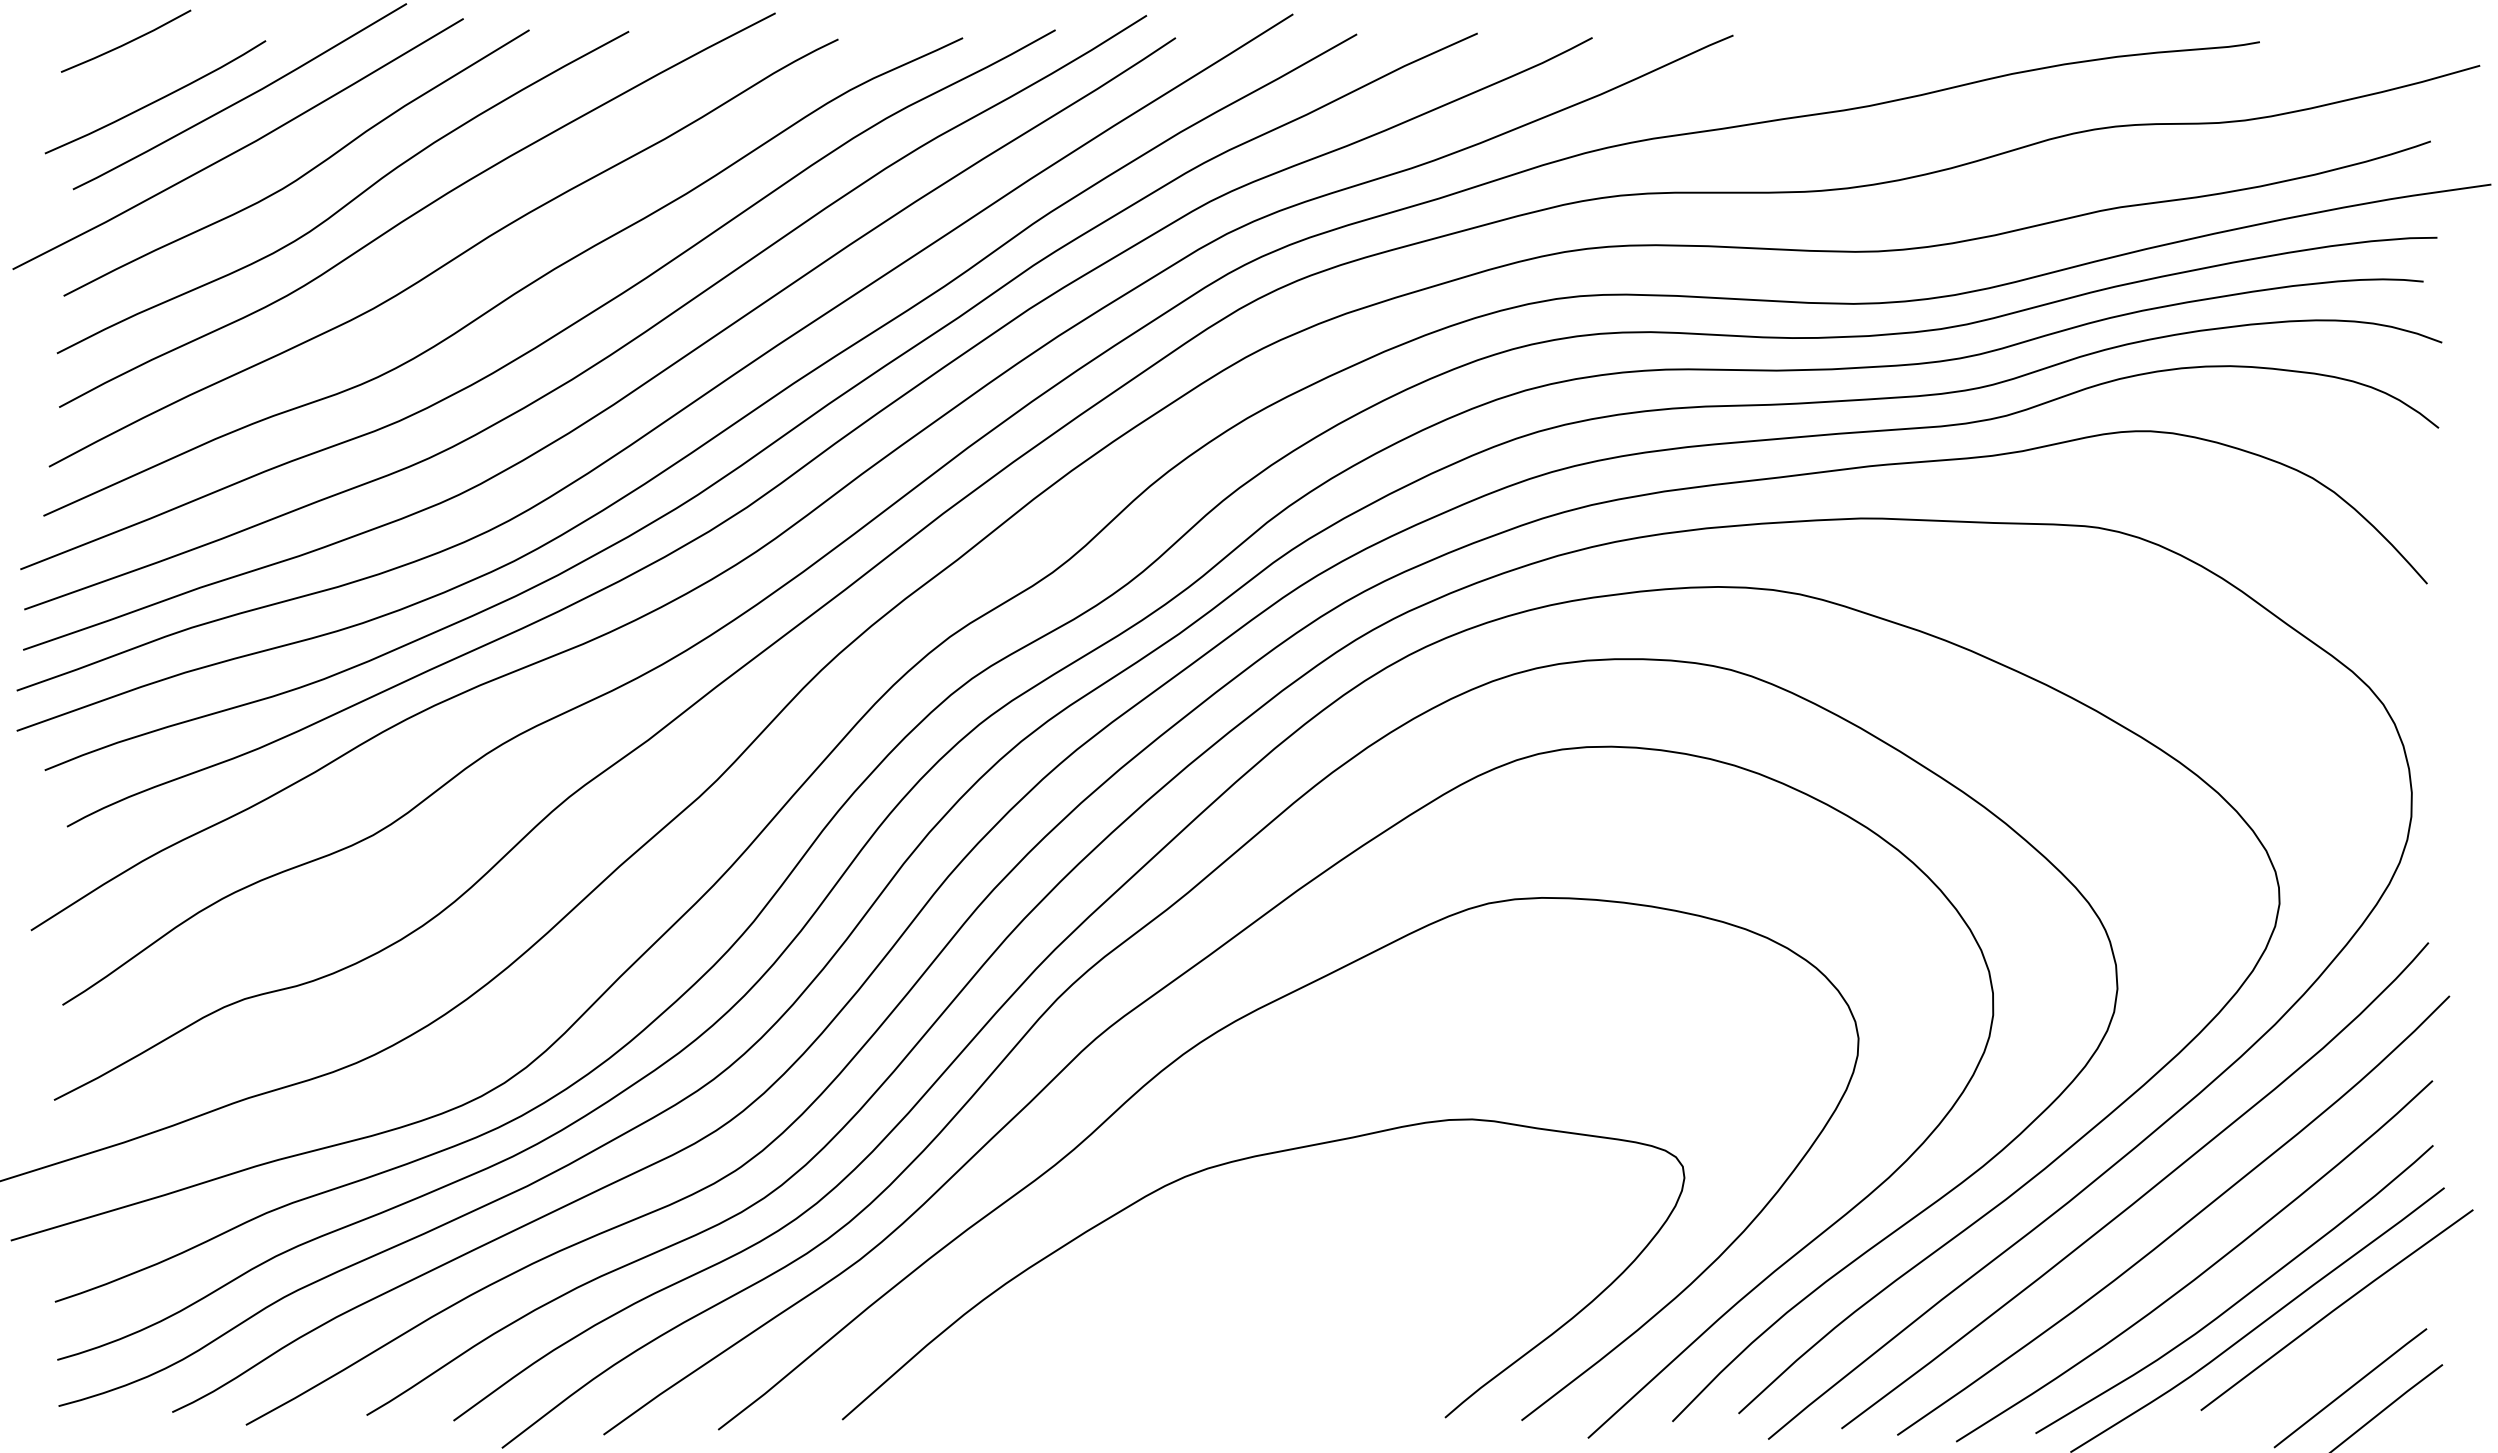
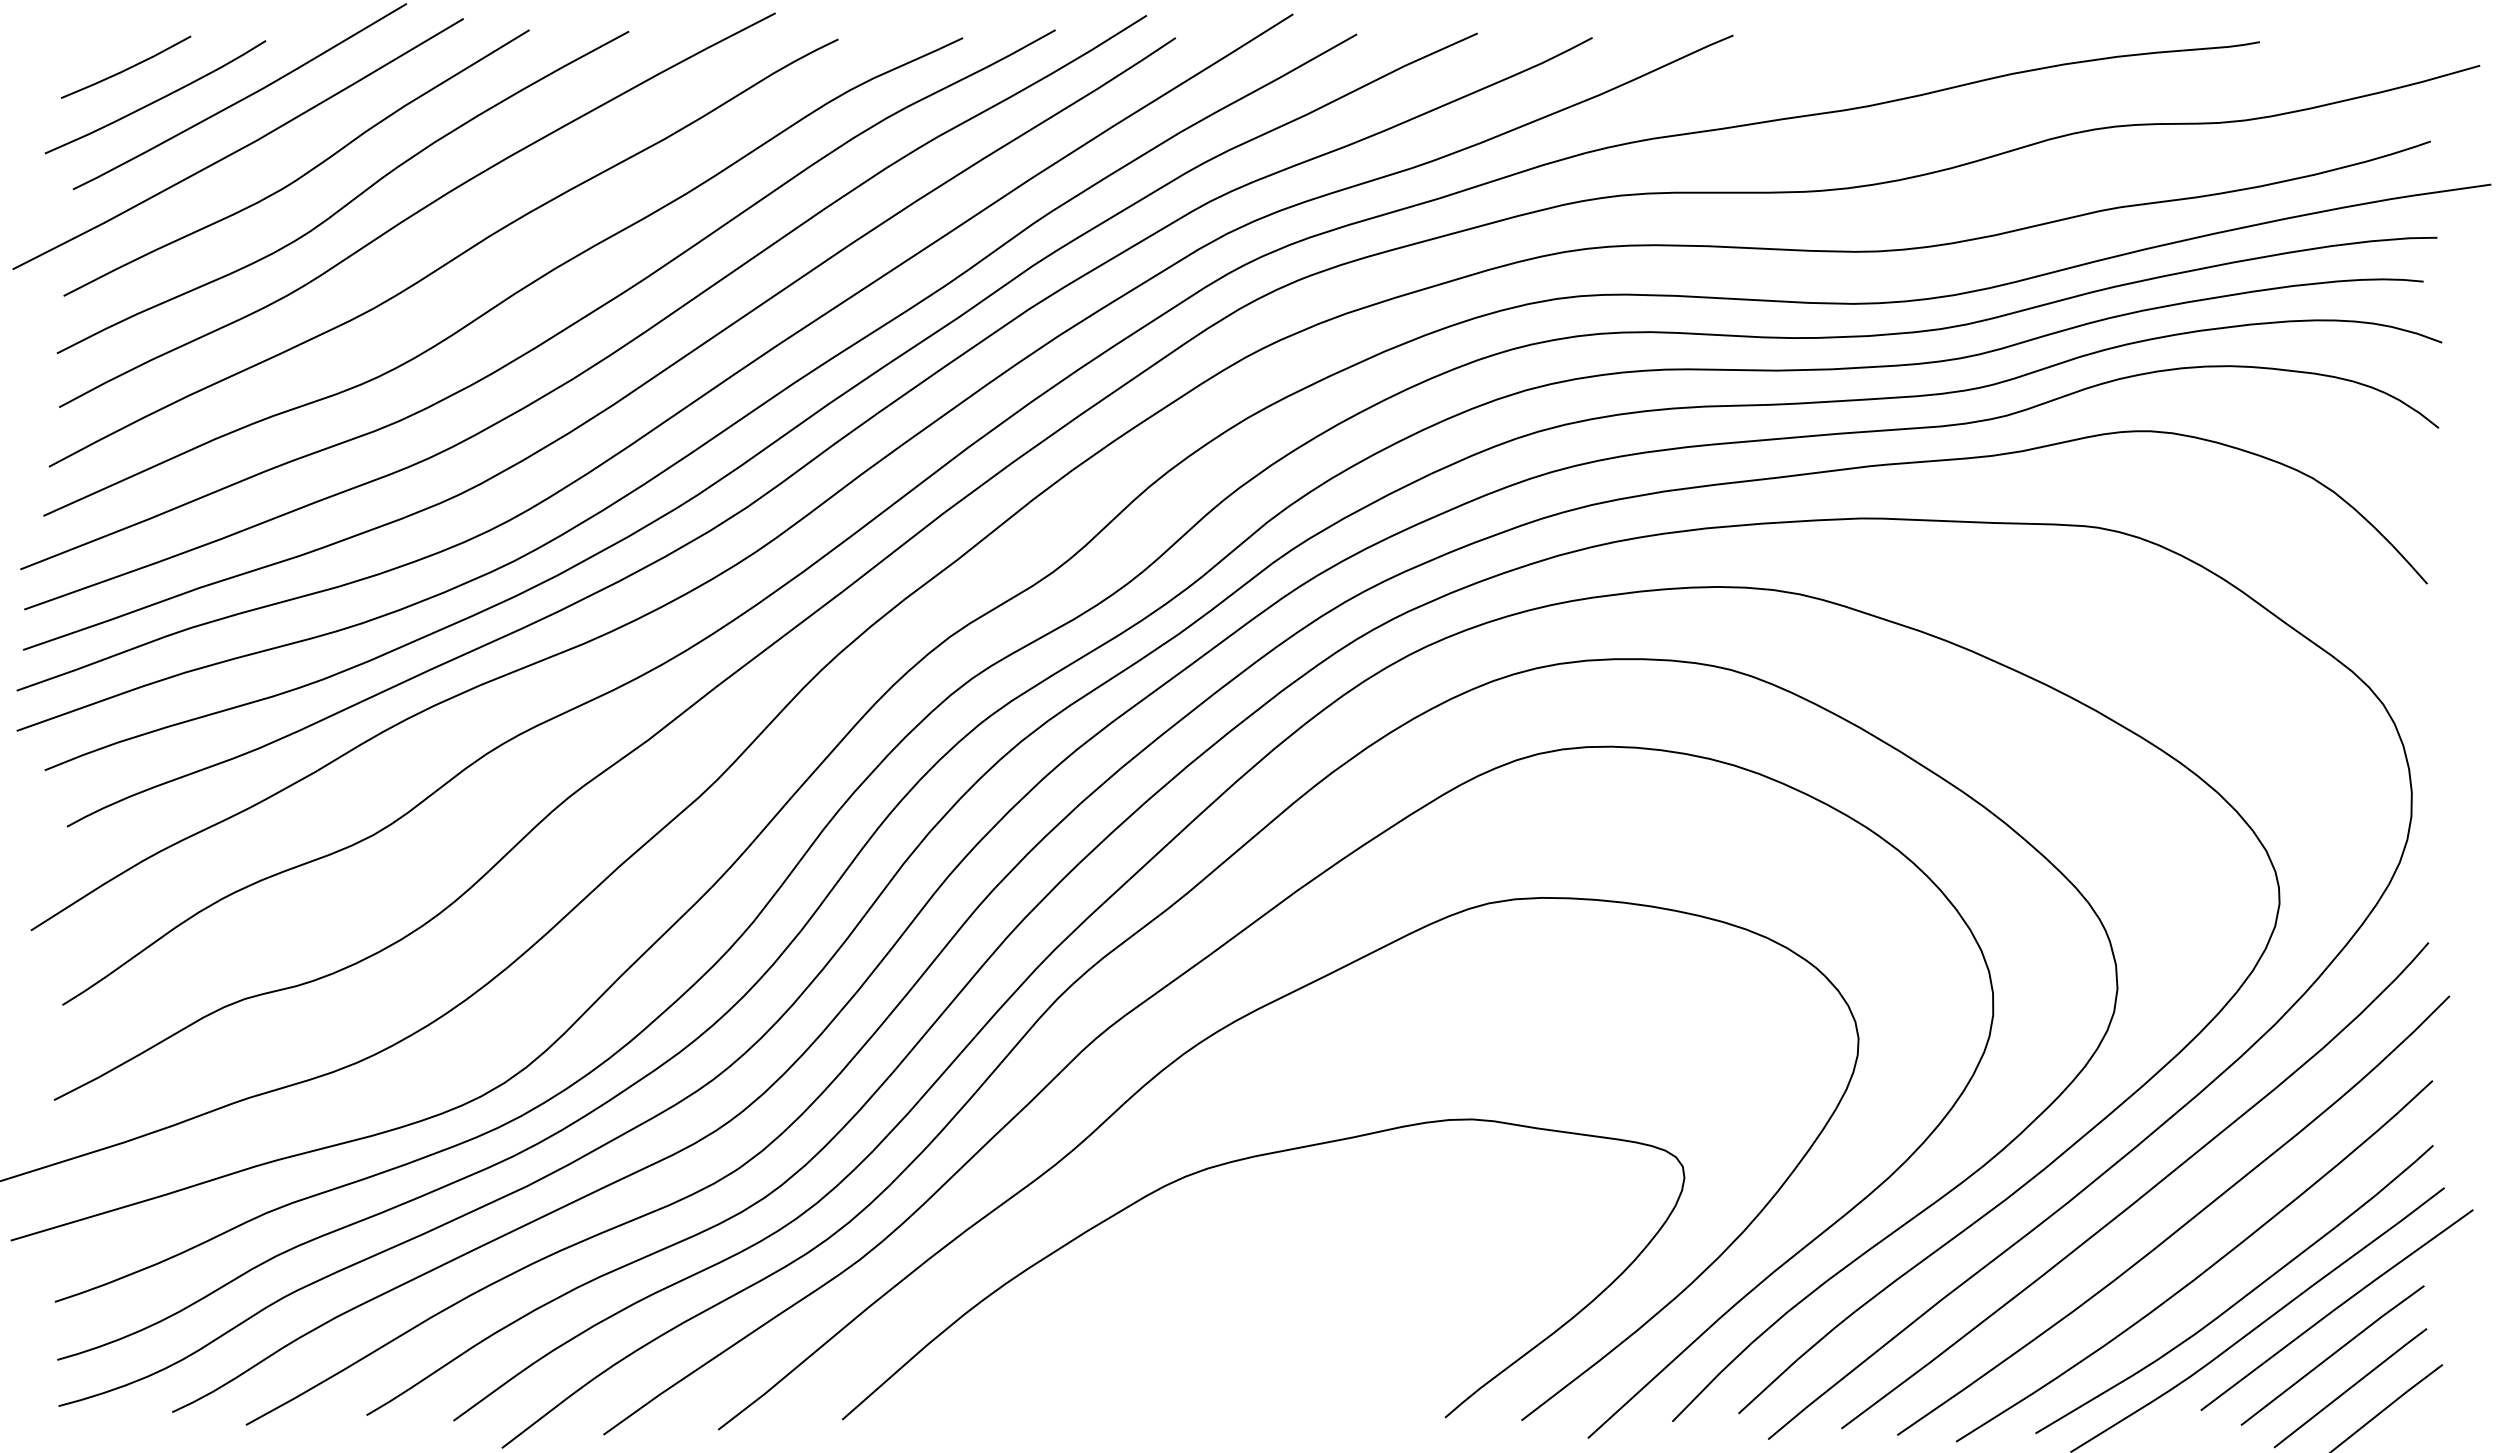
line at (126, 42) position: (126, 42) -> (126, 68)
line at (2332, 1355): none -> present
